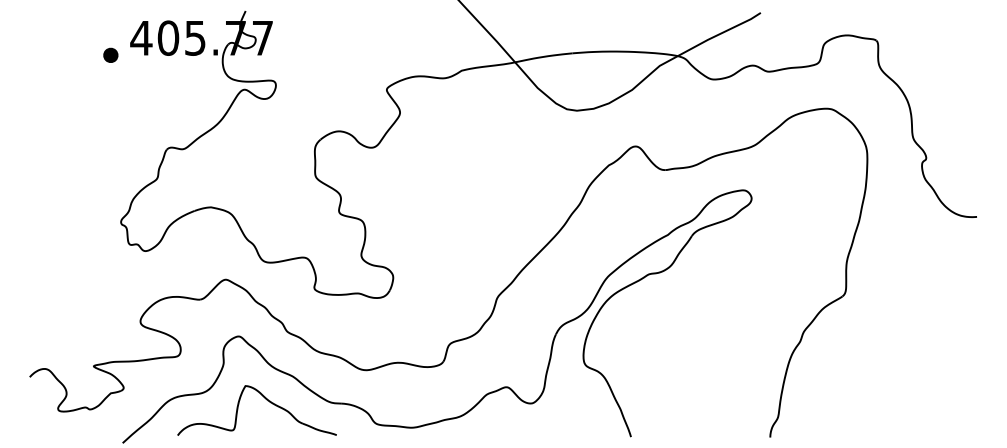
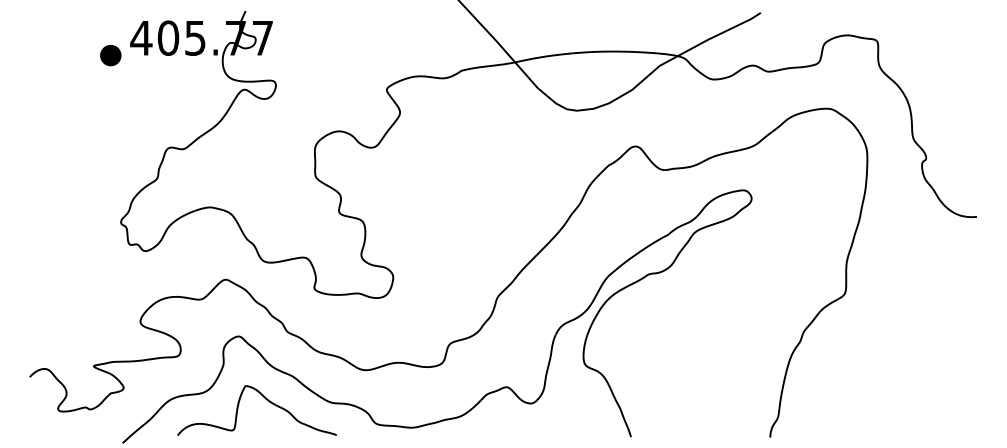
part at (110, 54) size: 16x16 px -> 22x23 px
